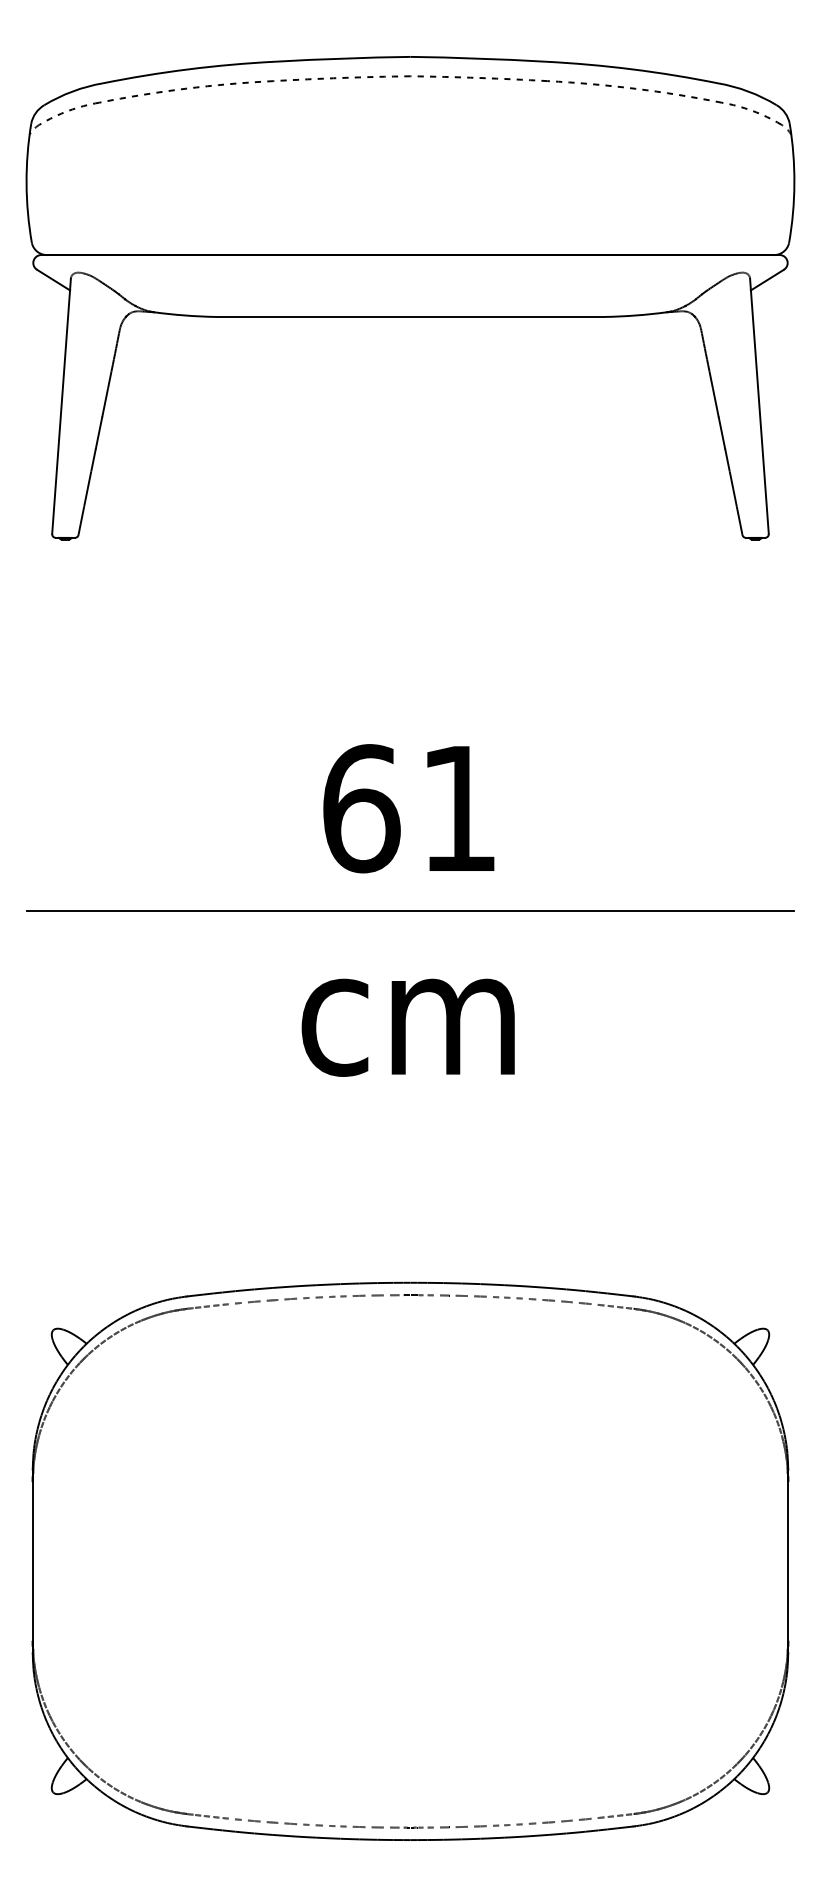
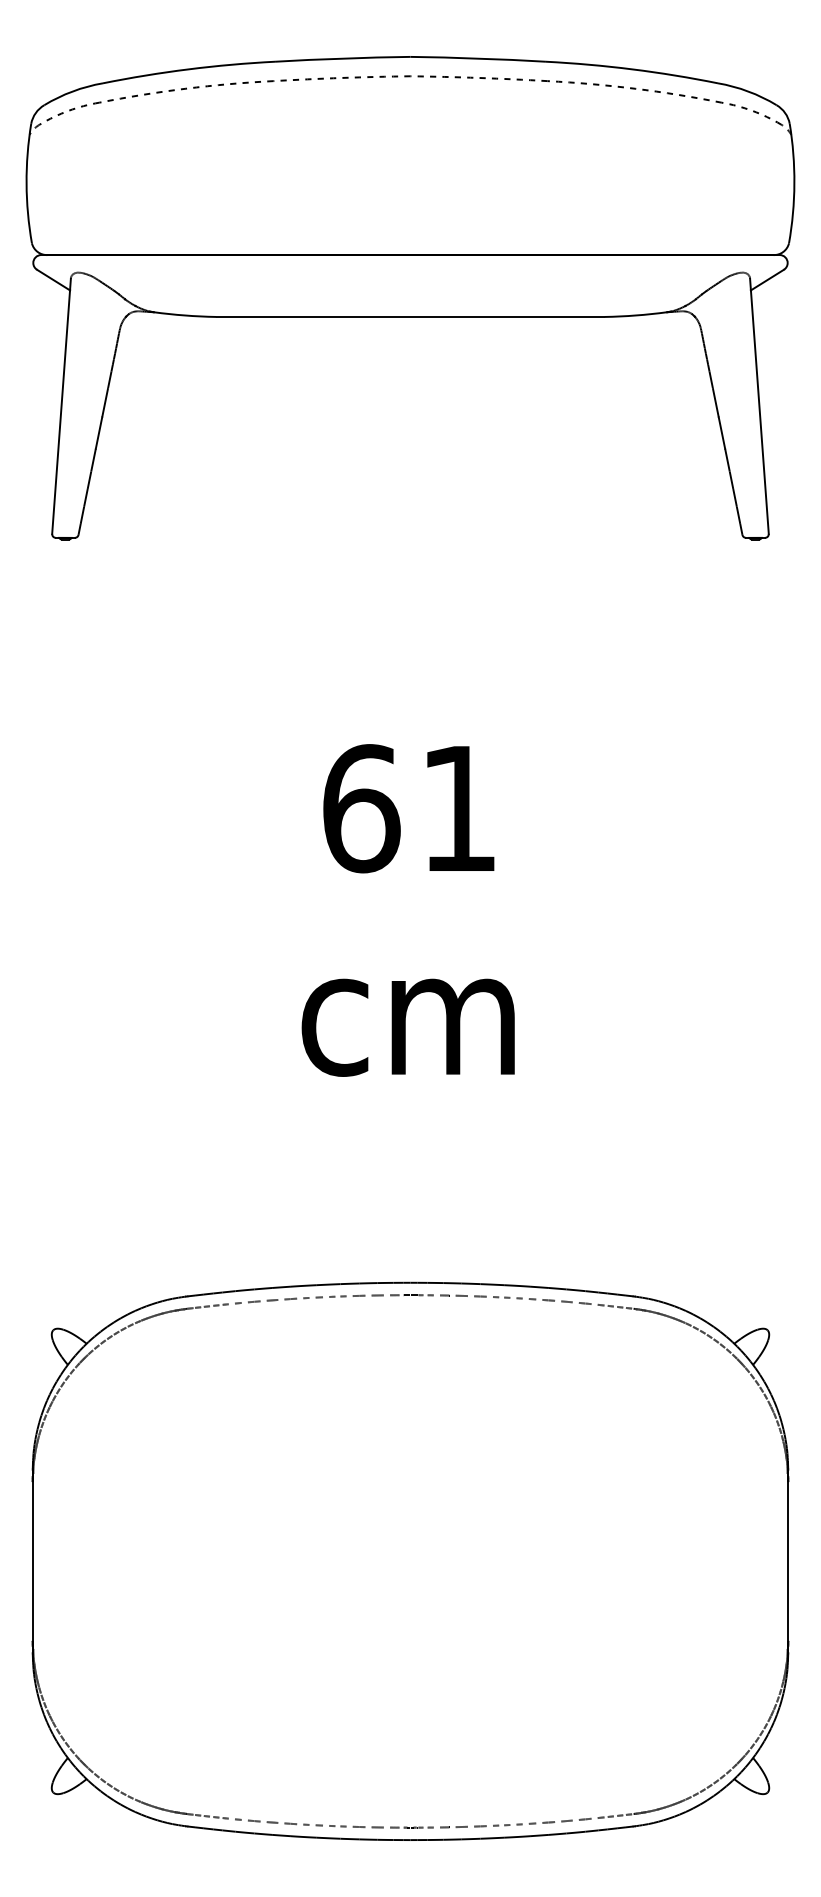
line at (410, 911): present -> none
